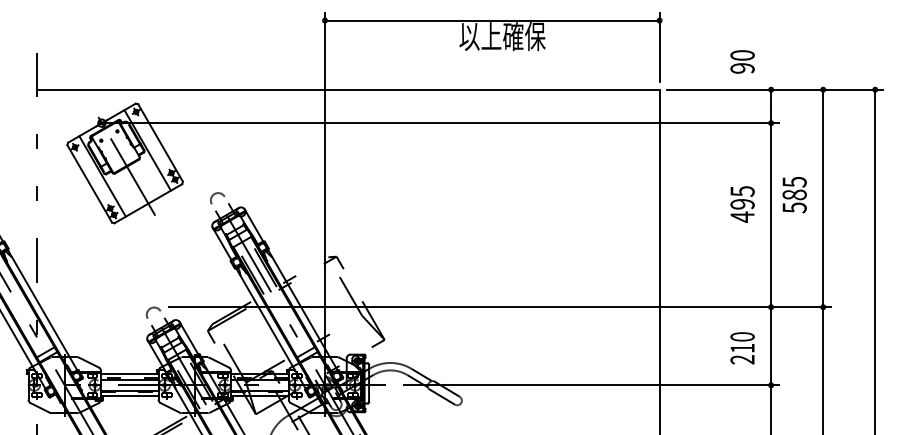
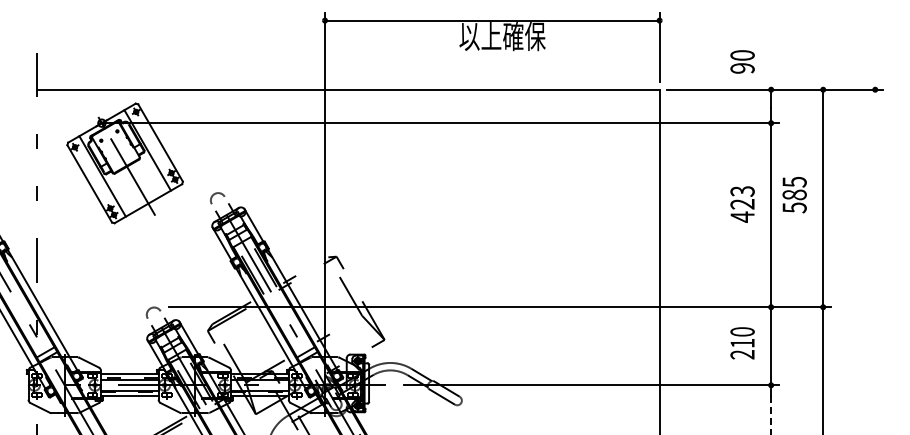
text at (742, 197): 495 -> 423
line at (875, 260): present -> none
text at (742, 348) position: (742, 348) -> (742, 343)
line at (771, 415): solid -> dashed
